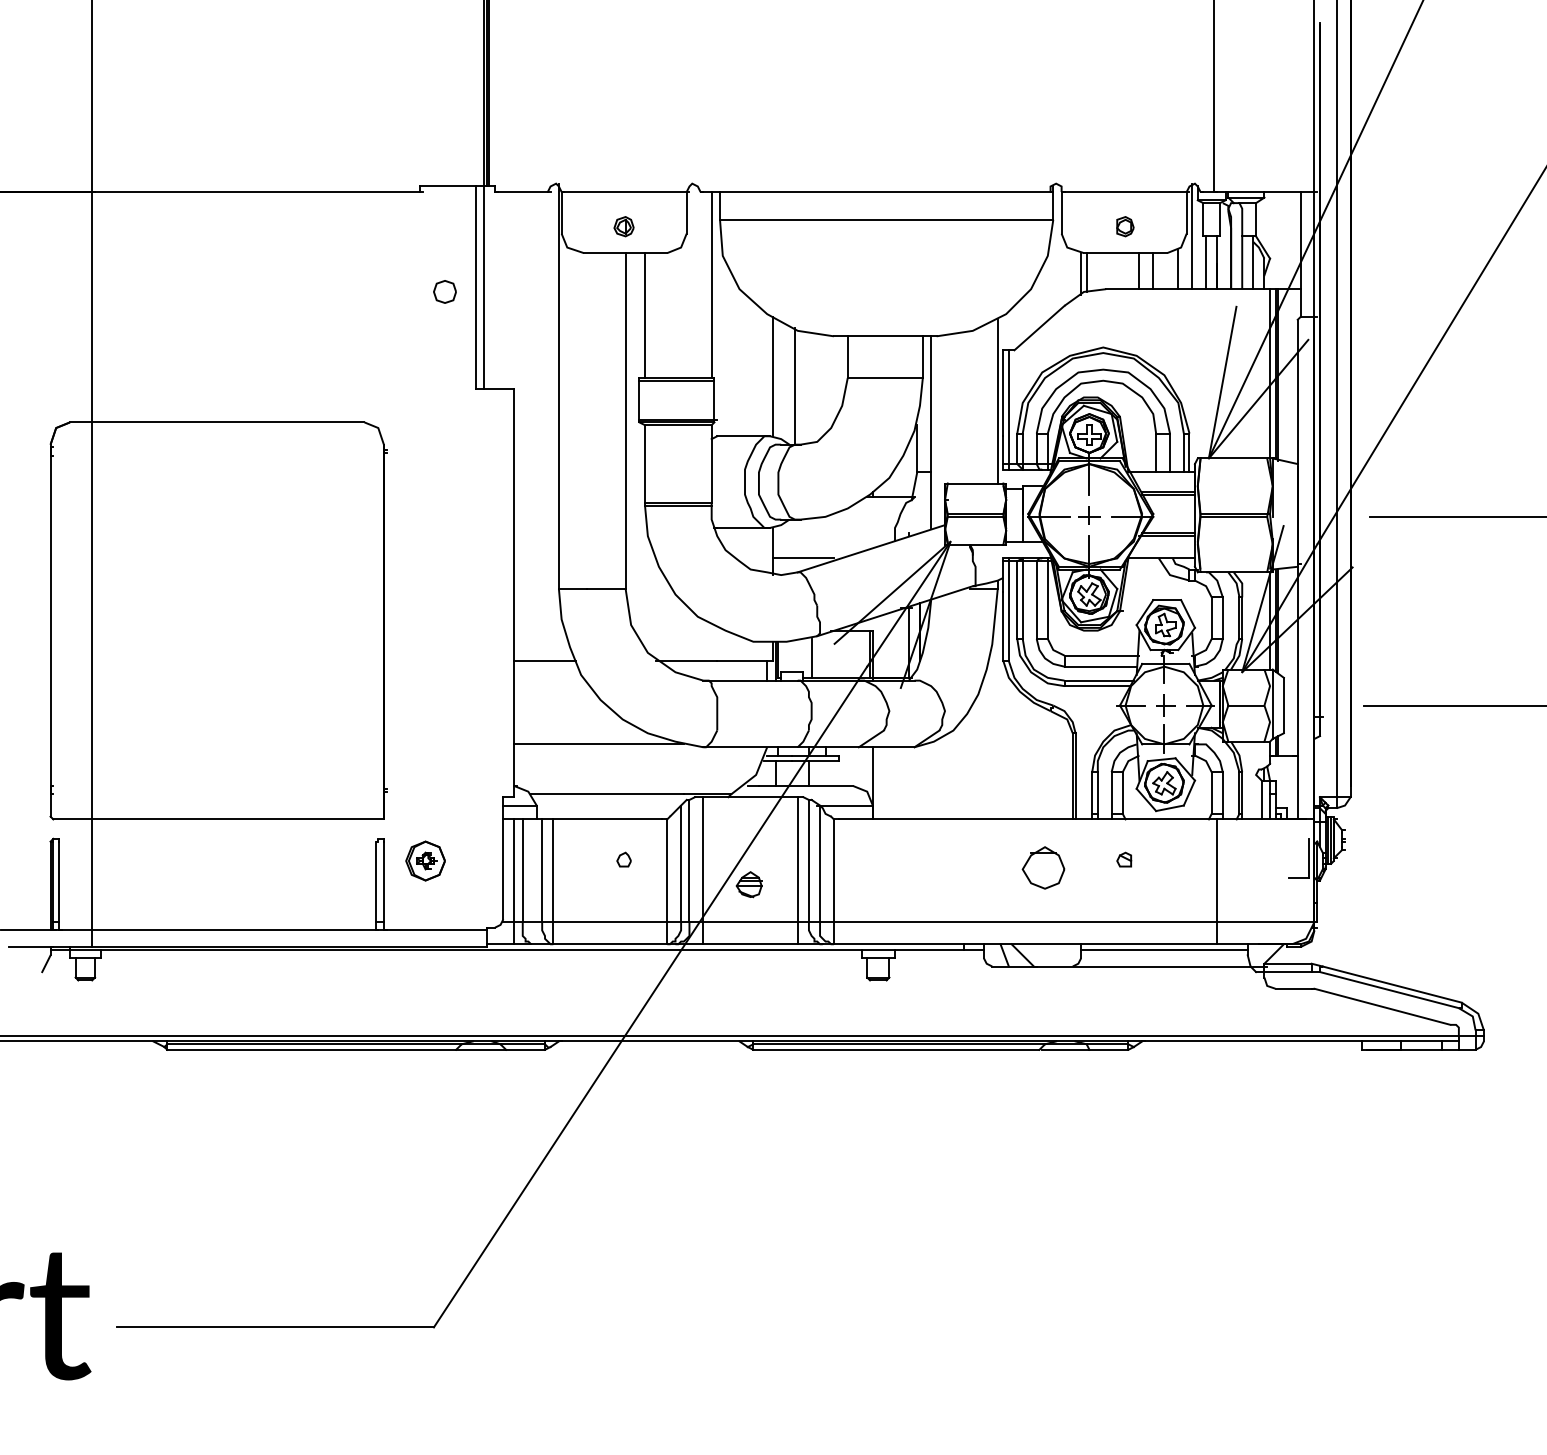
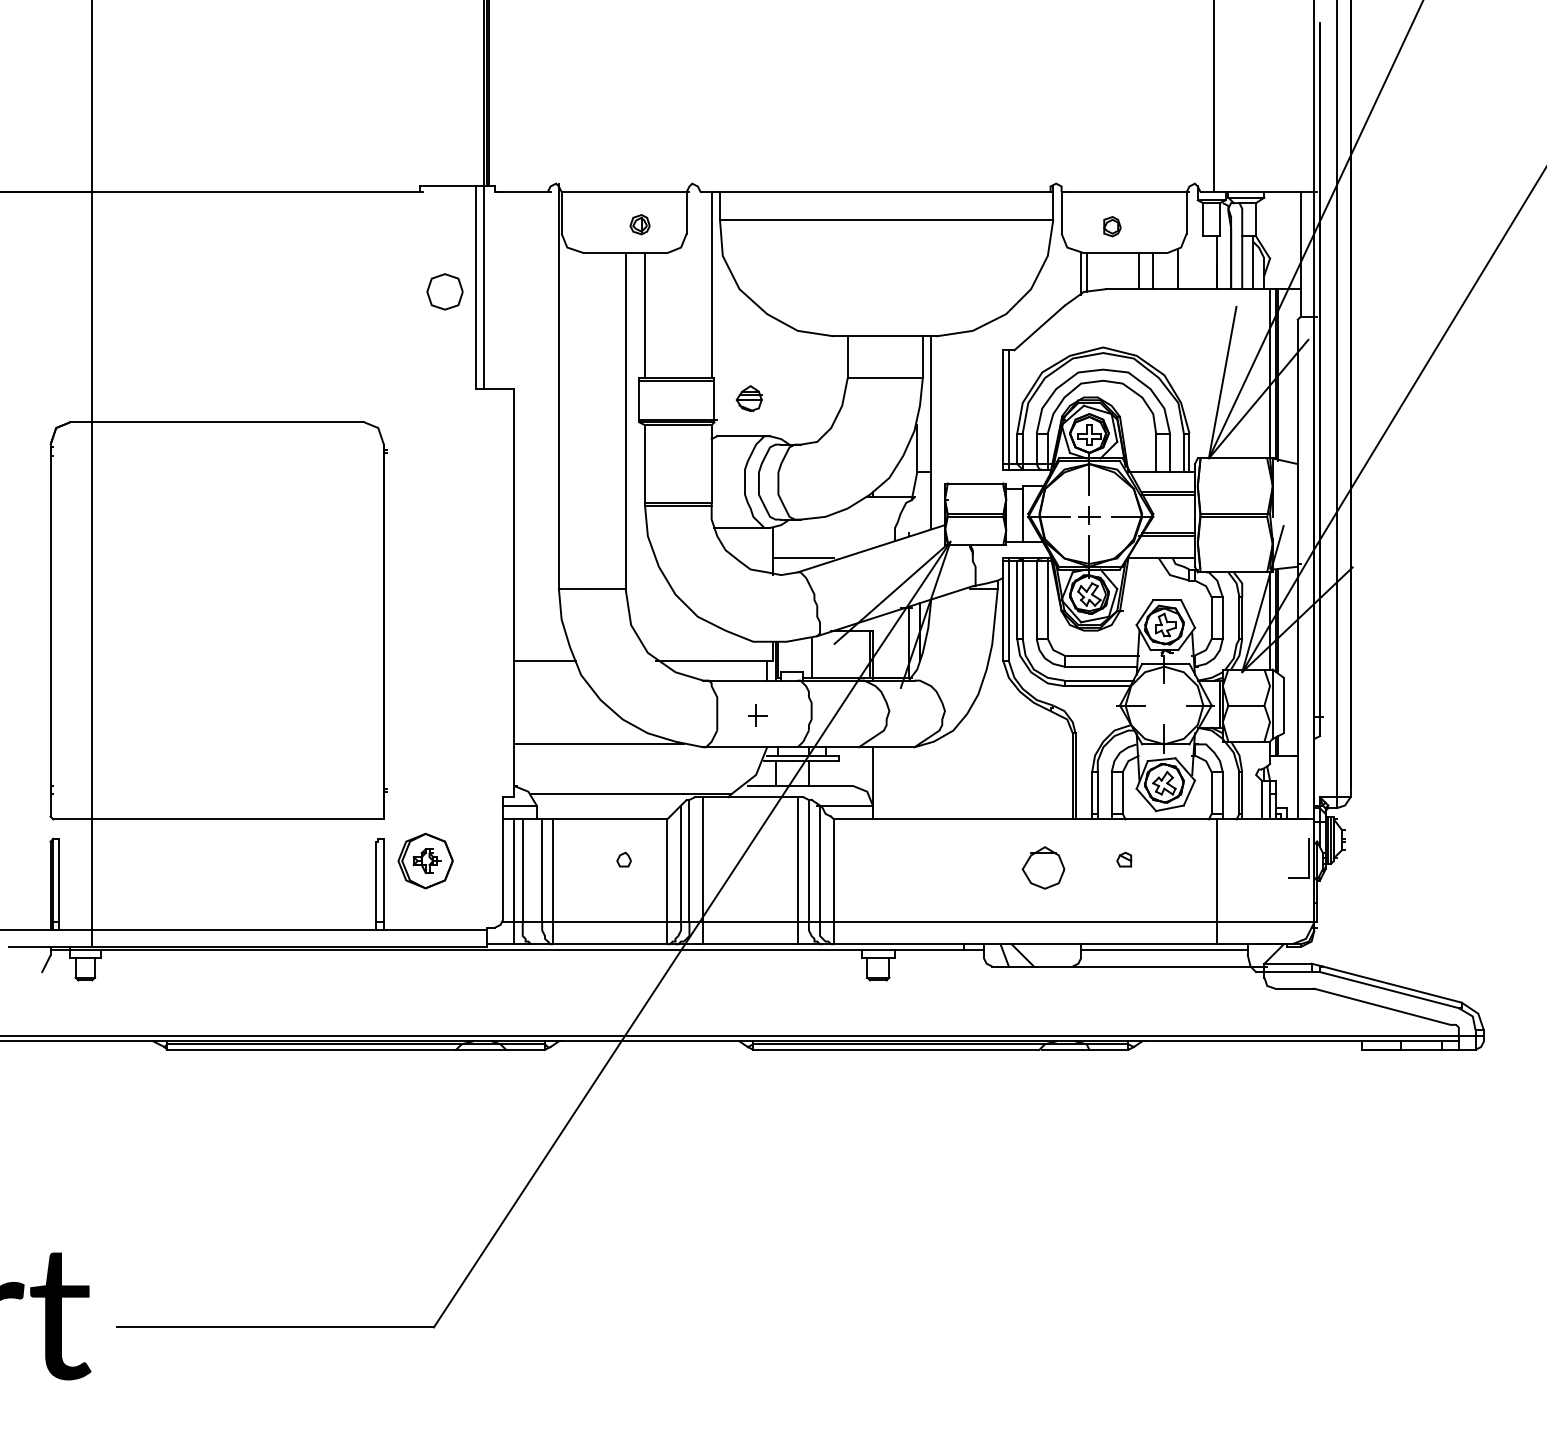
part at (623, 226) position: (623, 226) -> (639, 224)
part at (1125, 226) position: (1125, 226) -> (1112, 226)
line at (1192, 236): present -> none
line at (1206, 262): present -> none
part at (444, 291) size: 24x24 px -> 38x38 px
line at (772, 376): present -> none
line at (794, 386): present -> none
line at (997, 401): present -> none
line at (1456, 516): present -> none
part at (1165, 705) position: (1165, 705) -> (757, 715)
line at (1453, 705): present -> none
part at (425, 860) size: 41x42 px -> 57x58 px
part at (748, 884) position: (748, 884) -> (748, 398)
